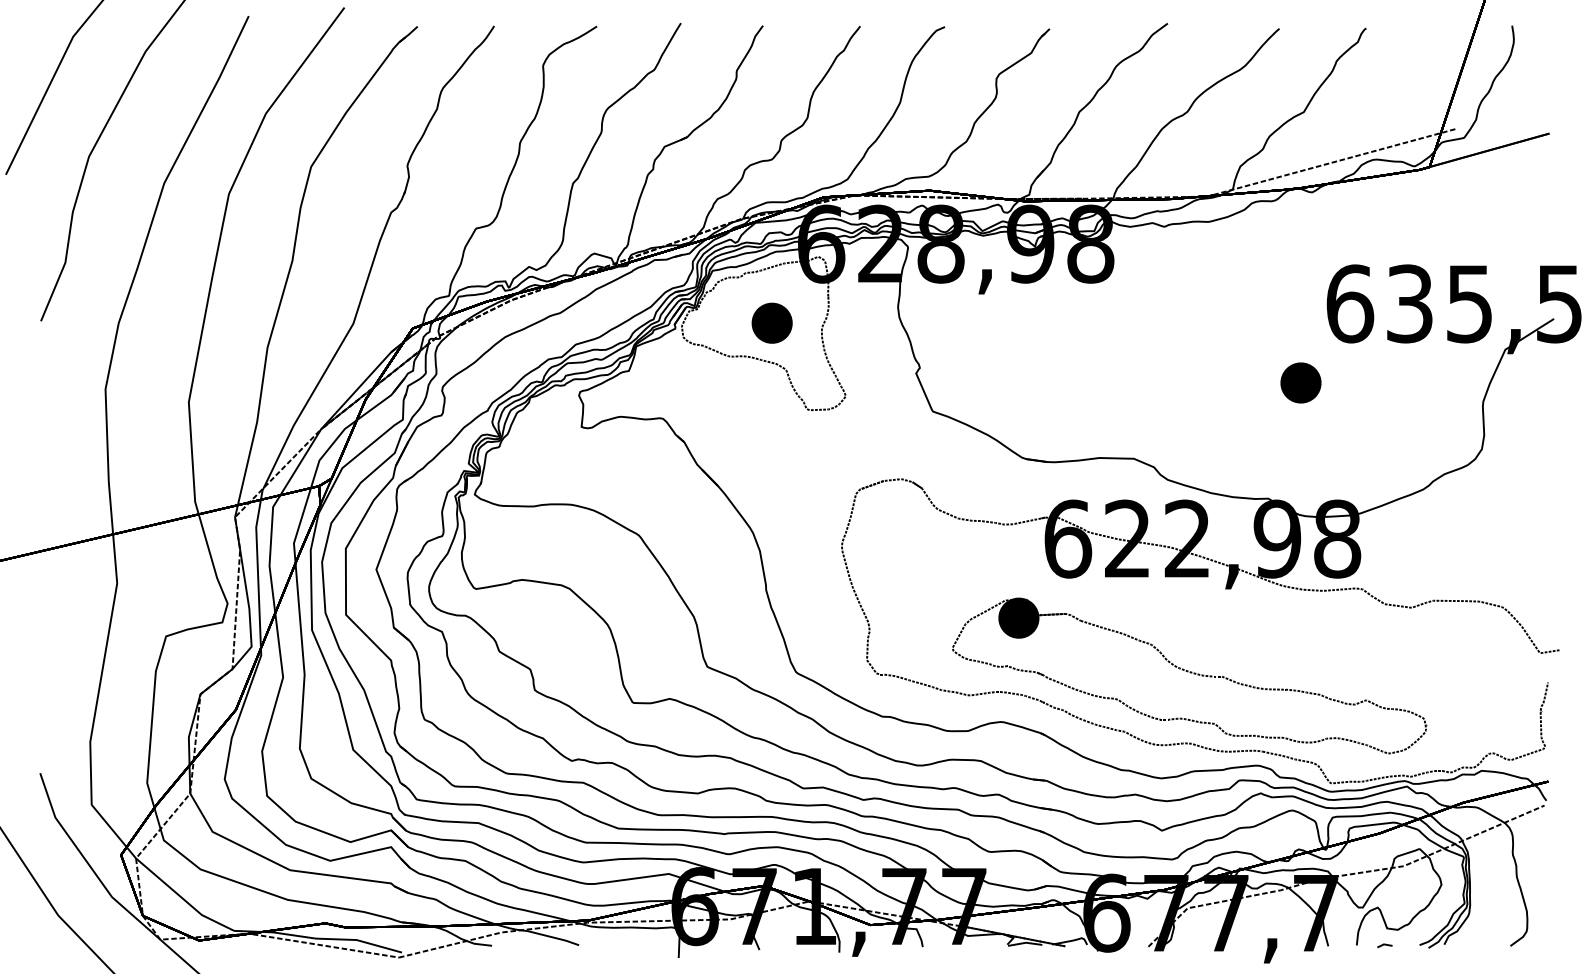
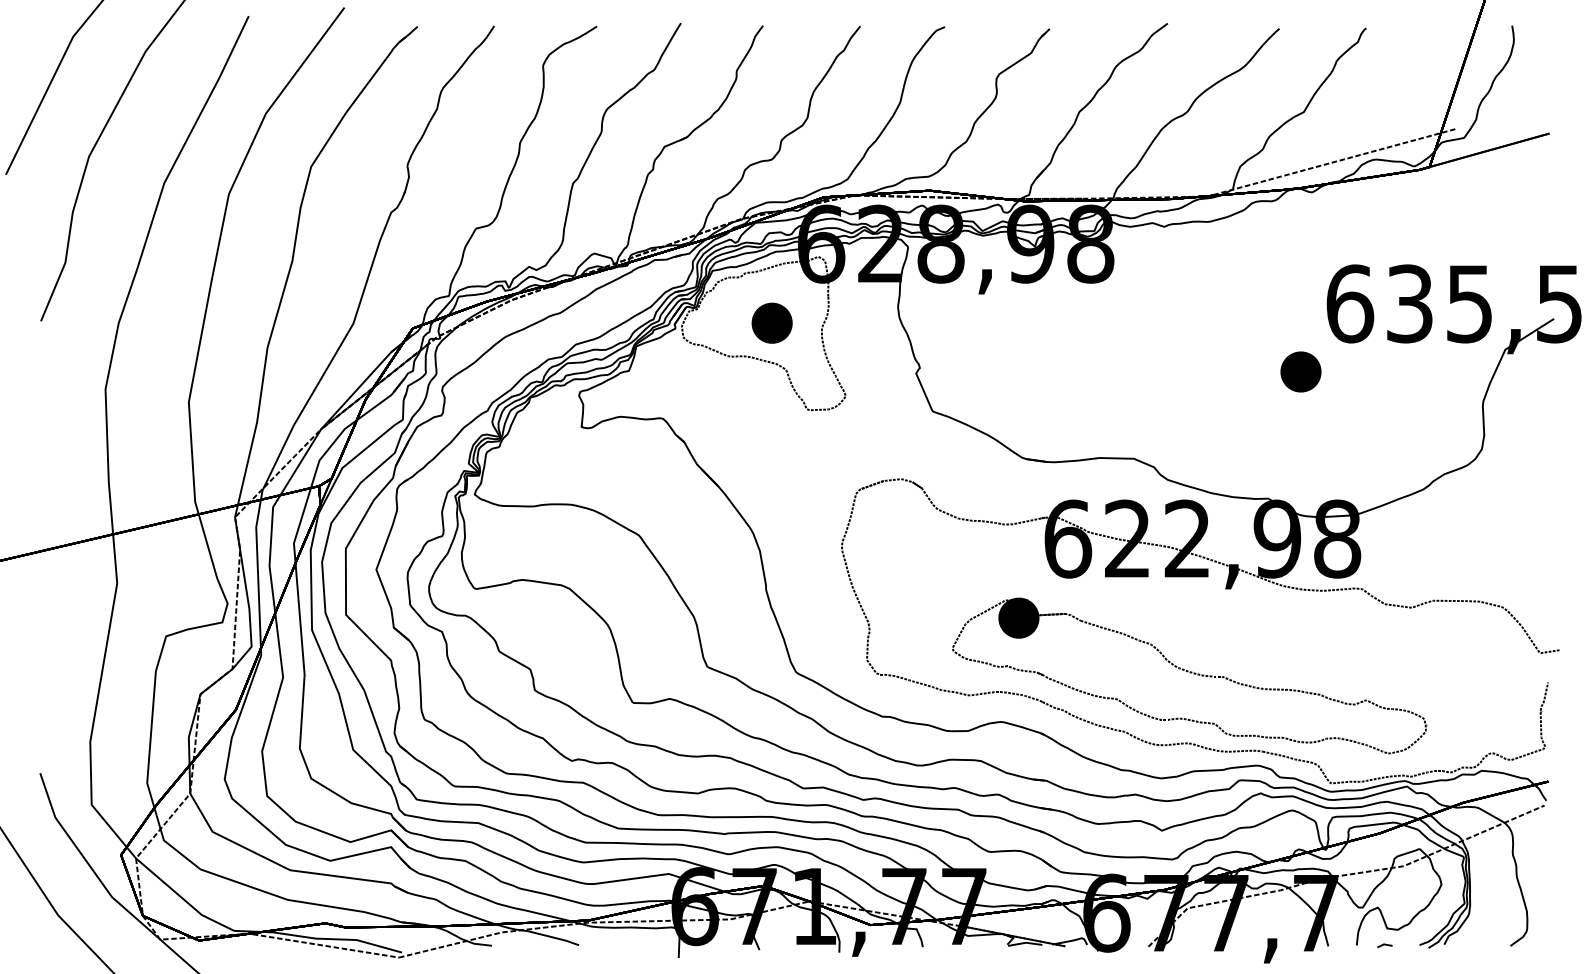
part at (1300, 382) position: (1300, 382) -> (1300, 371)
